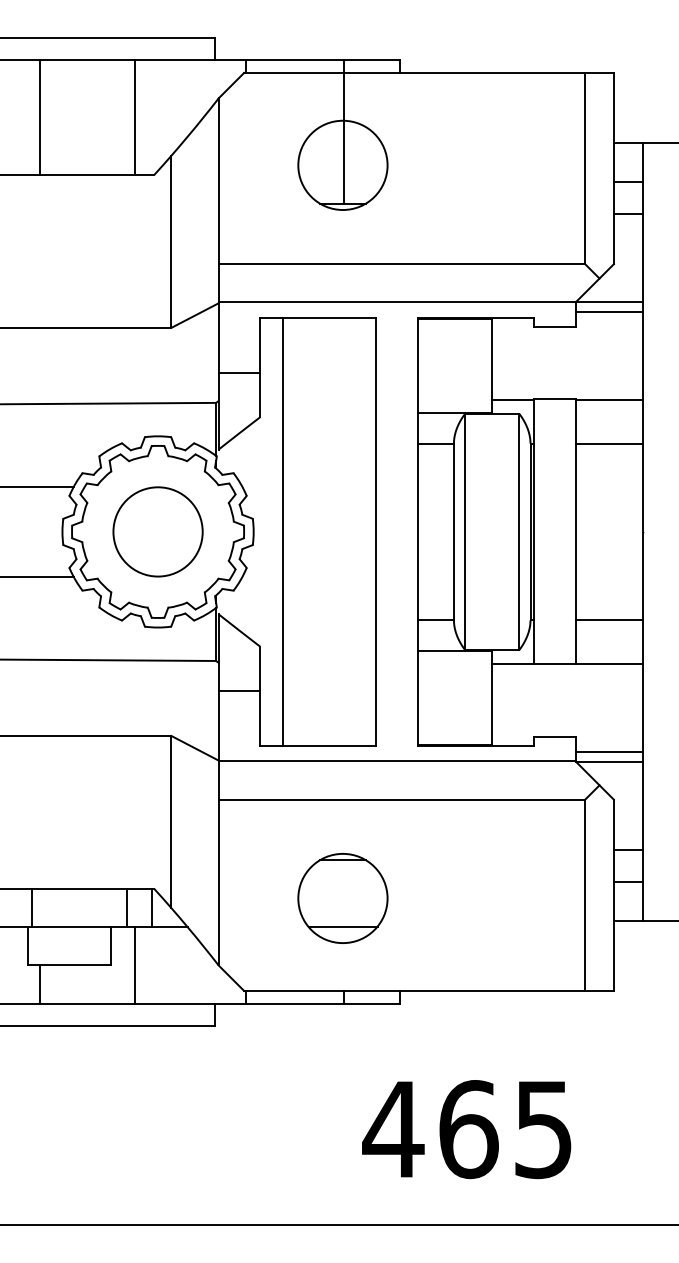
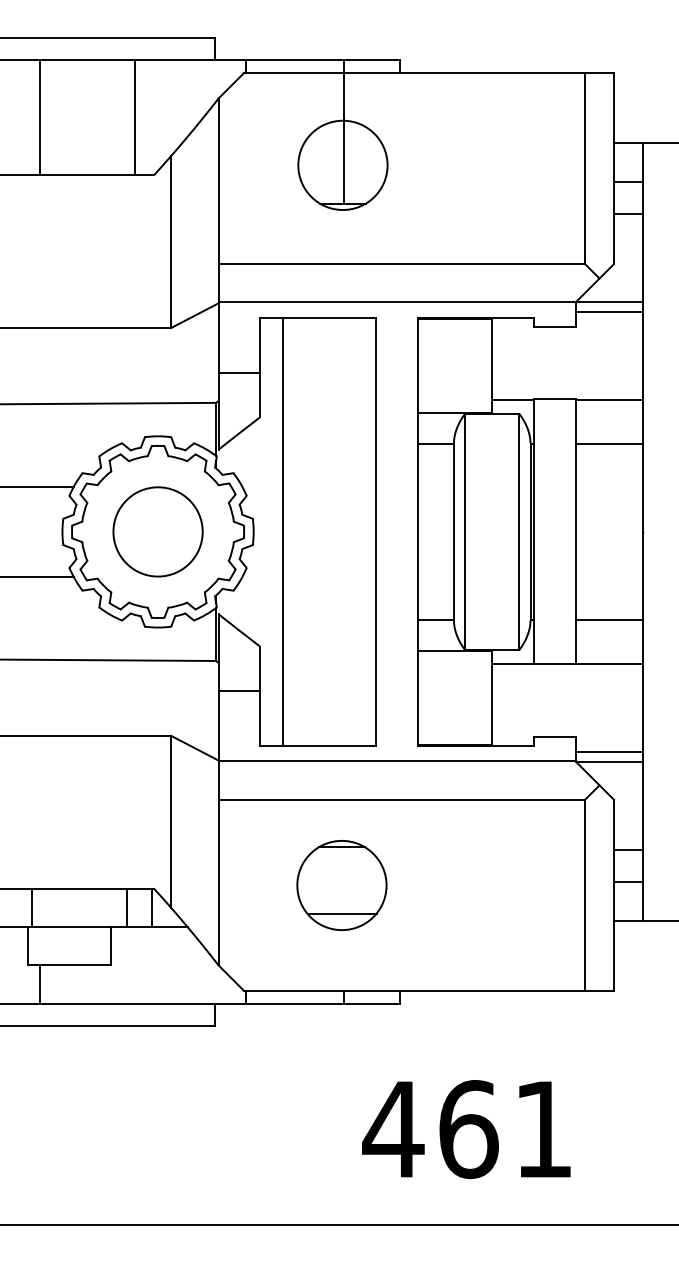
part at (342, 898) position: (342, 898) -> (341, 885)
line at (134, 965): present -> none
text at (543, 1130): 465 -> 461
